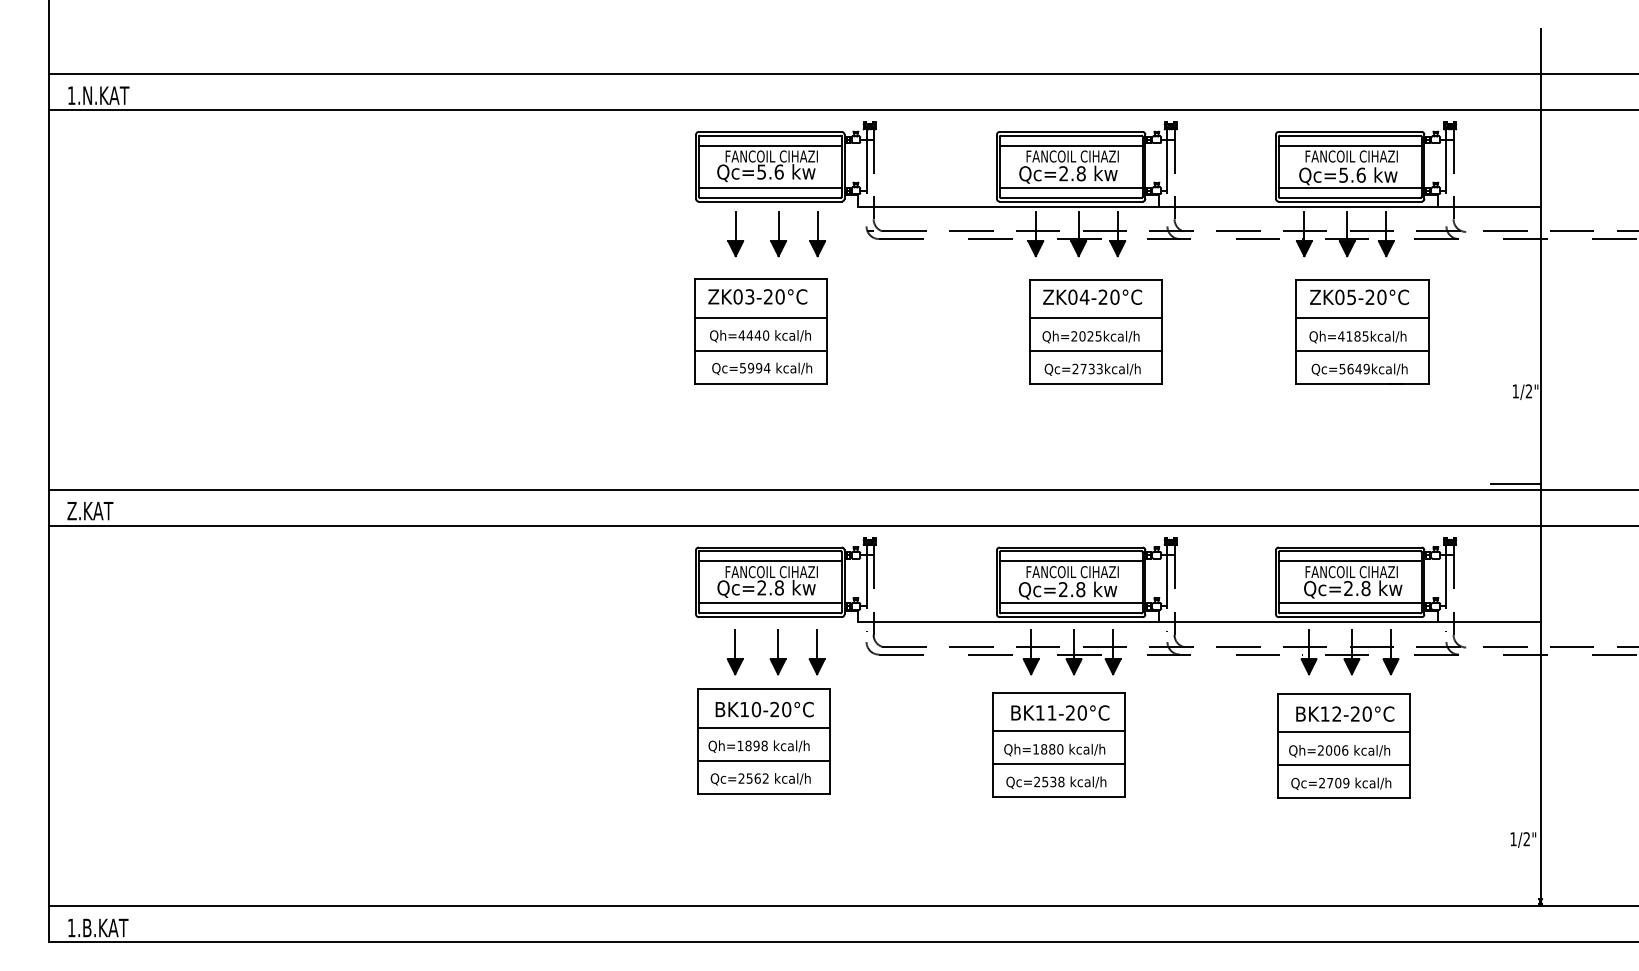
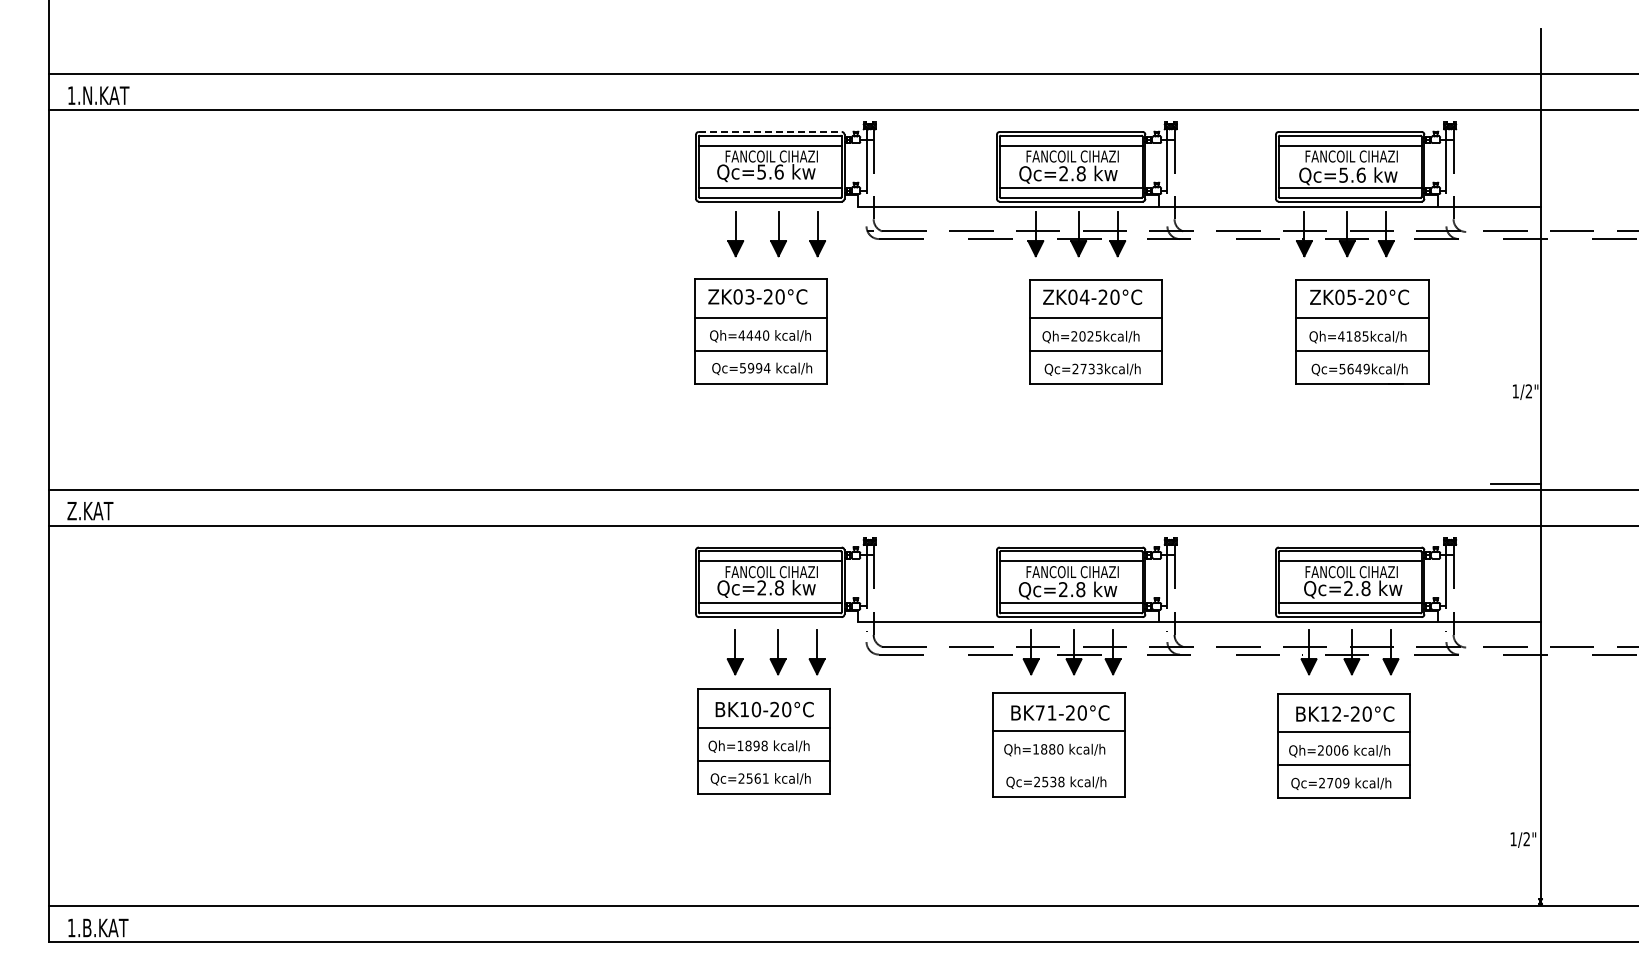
line at (770, 131): solid -> dashed
text at (1040, 712): BK11-20°C -> BK71-20°C
line at (1059, 764): present -> none
text at (765, 778): Qc=2562 -> Qc=2561
